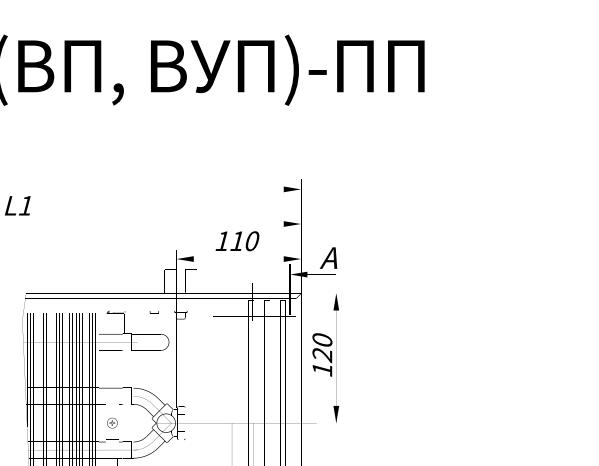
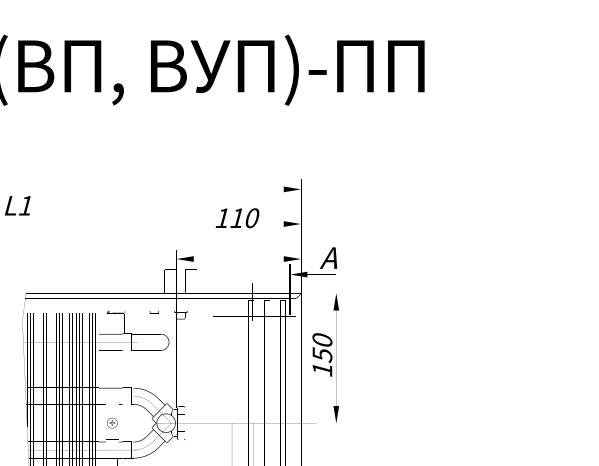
text at (237, 241) position: (237, 241) -> (237, 218)
text at (322, 355): 120 -> 150
